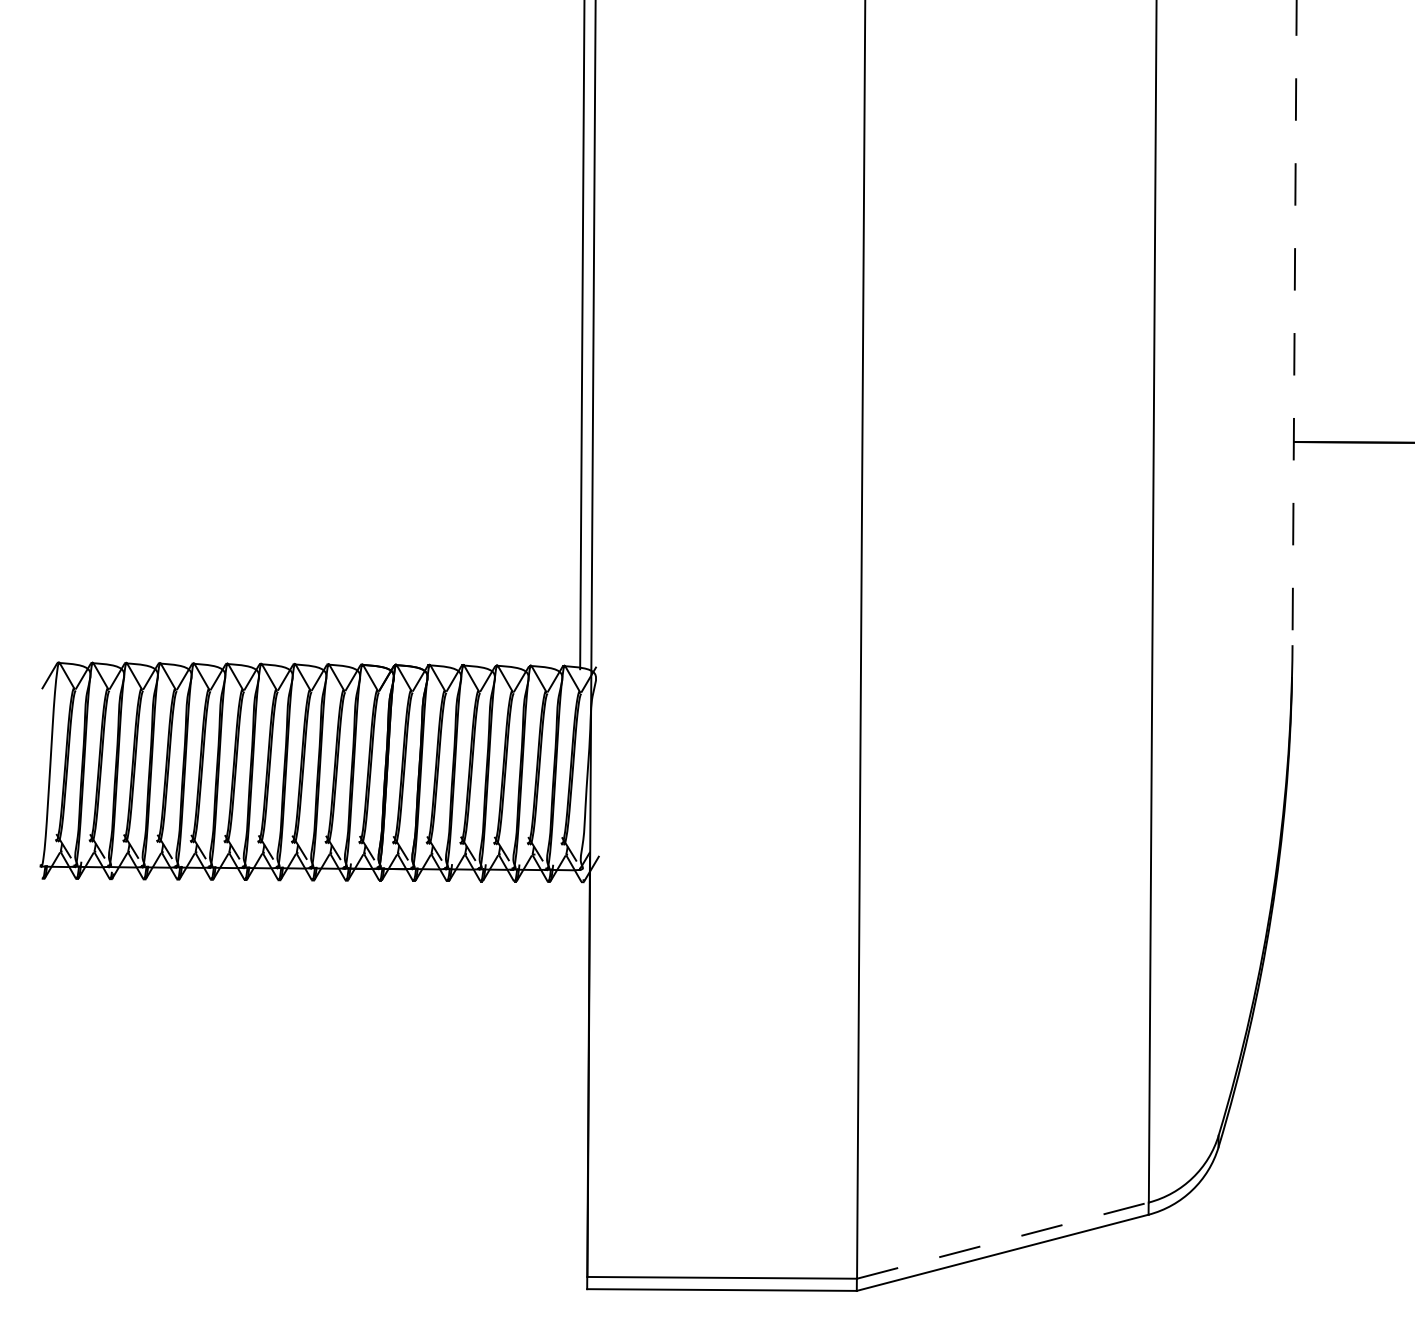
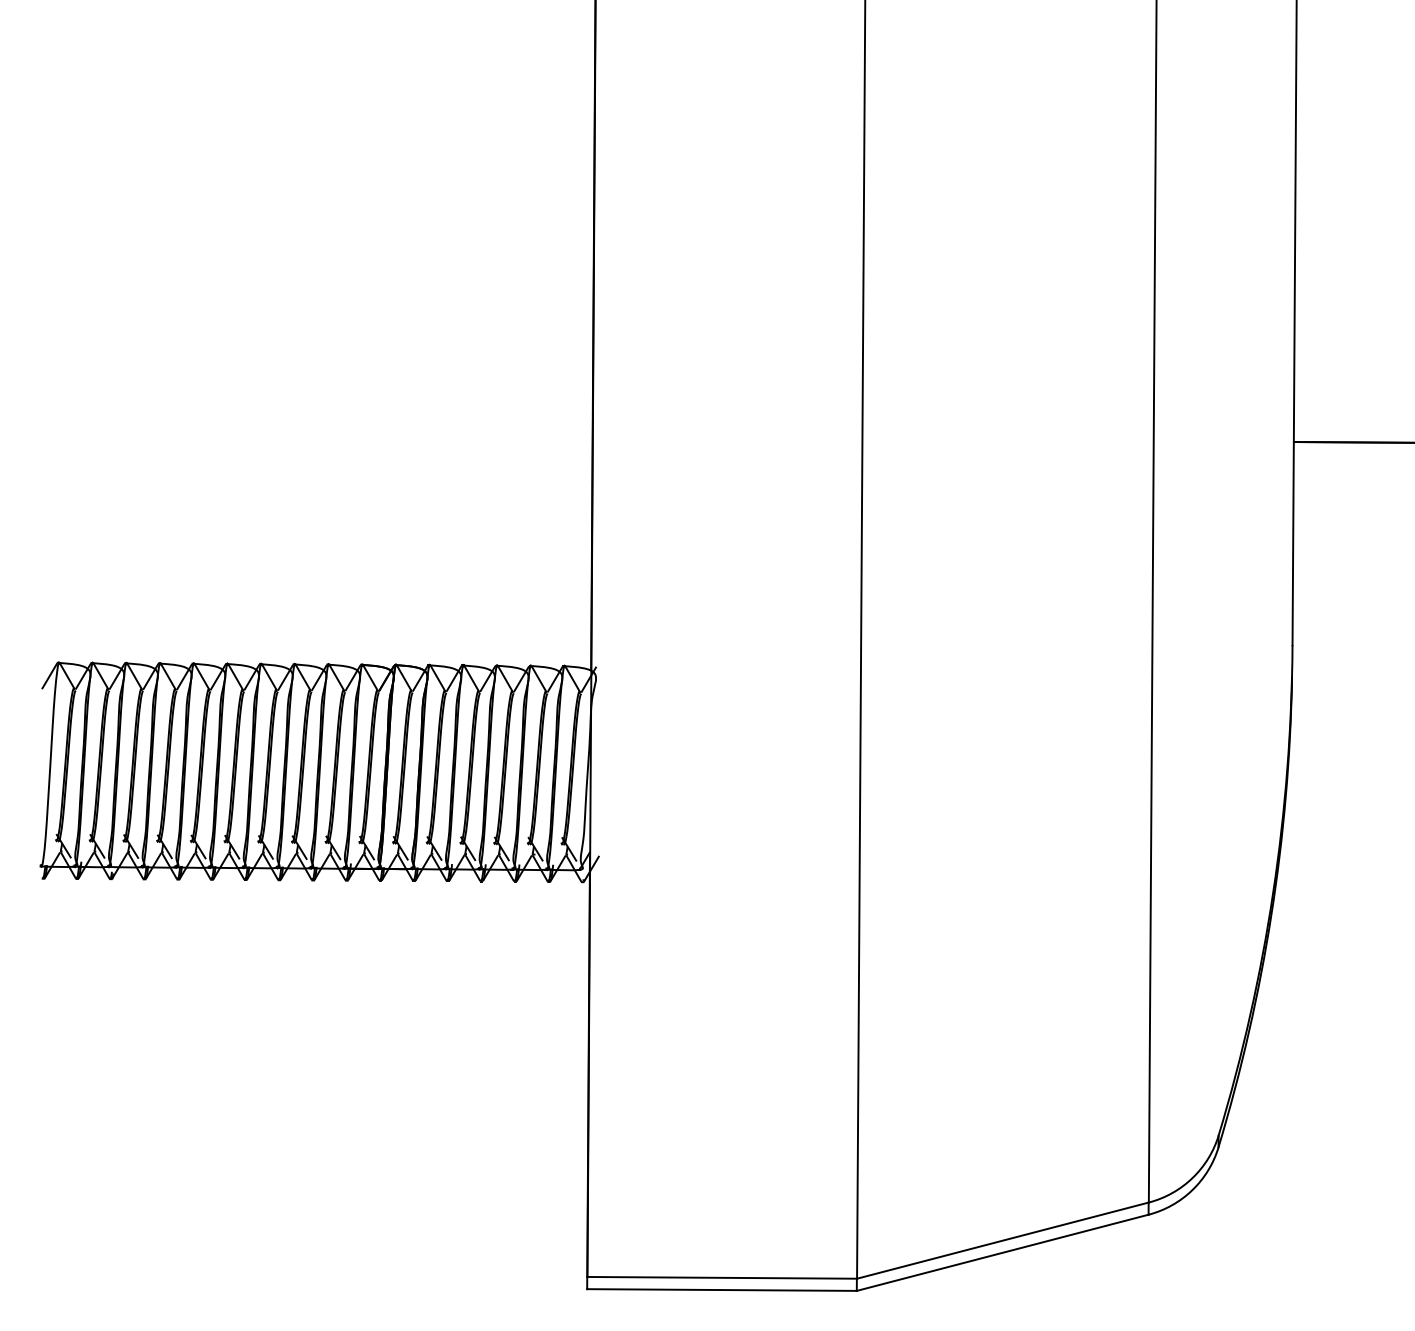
line at (1294, 323): dashed -> solid
line at (582, 335) position: (582, 335) -> (593, 335)
line at (1002, 1240): dashed -> solid
